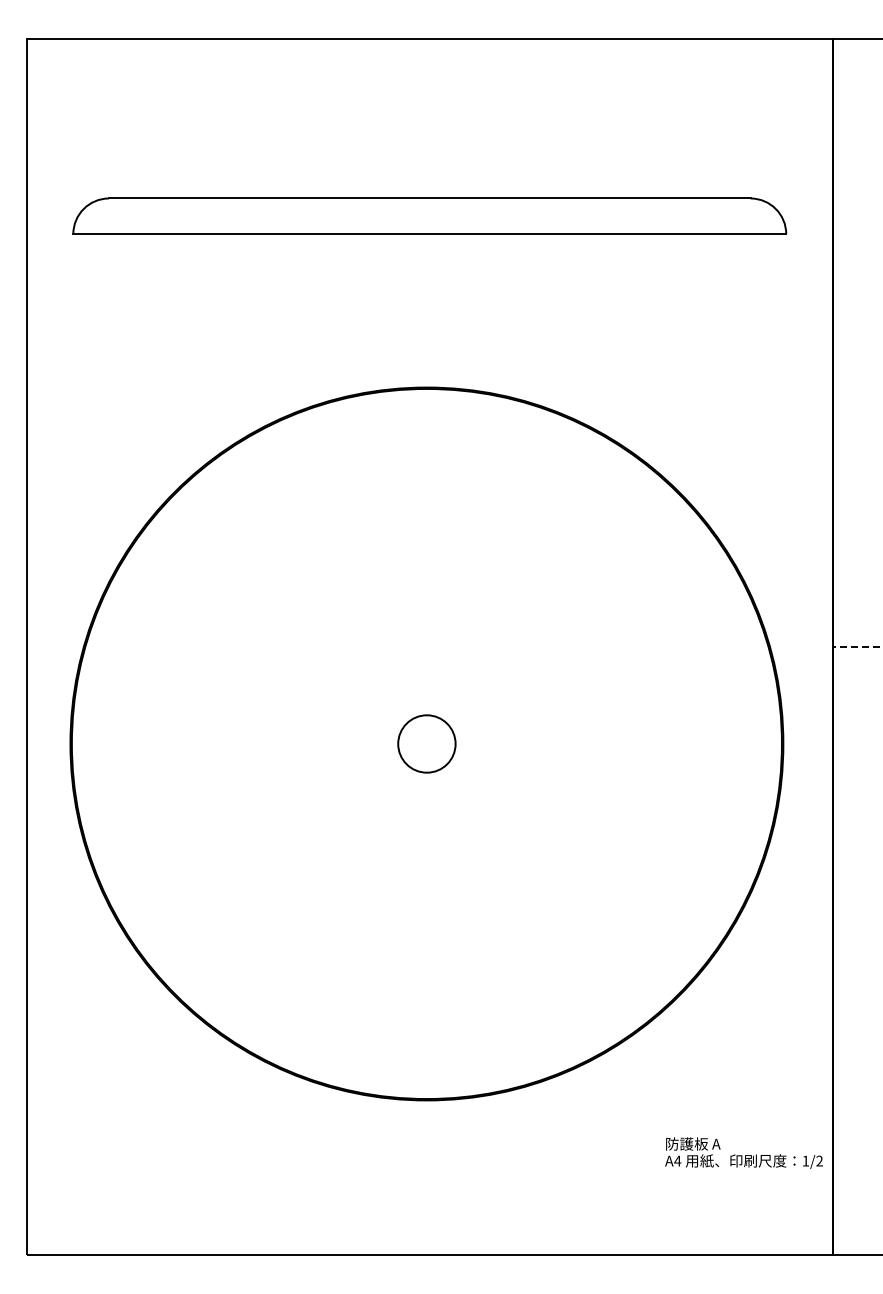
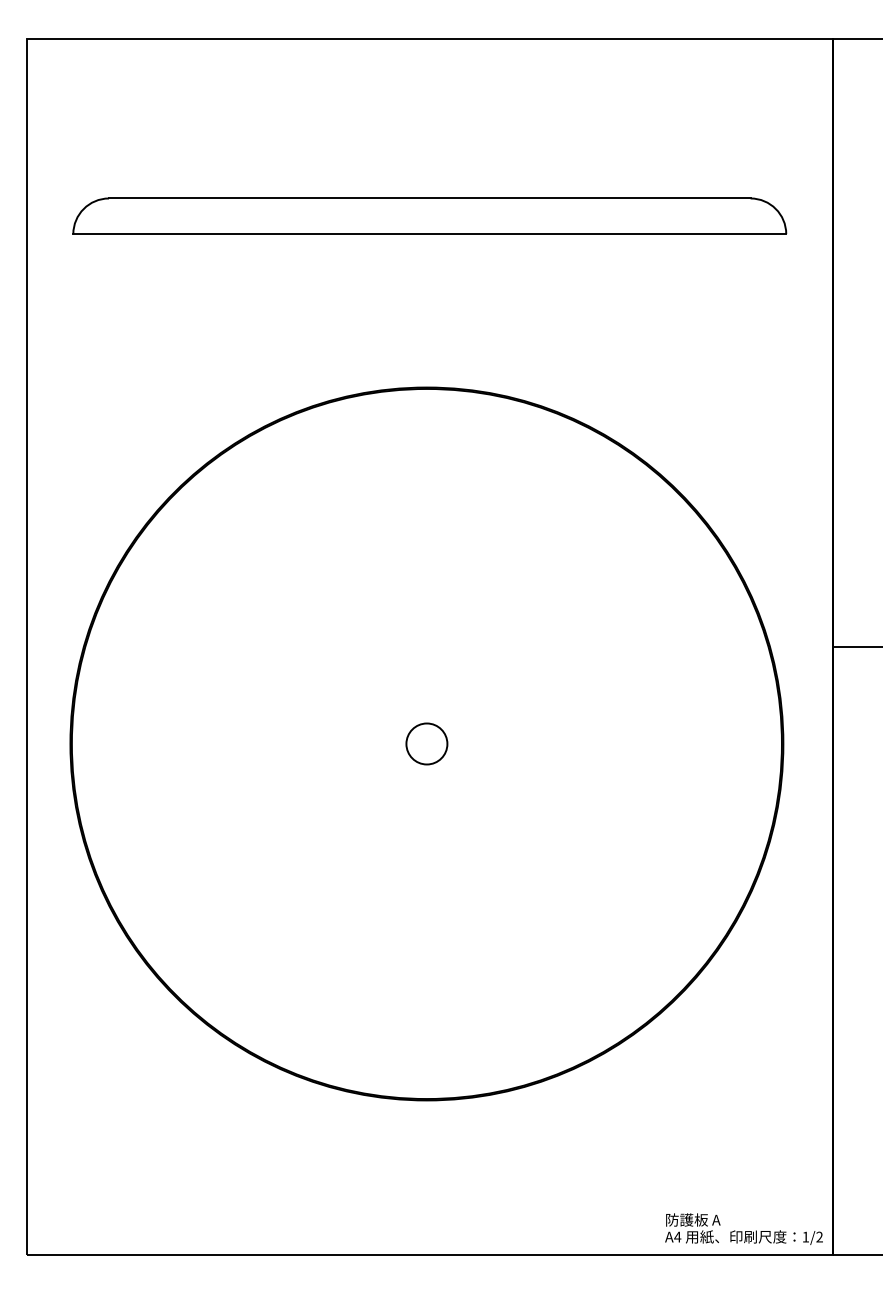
line at (858, 646): dashed -> solid
circle at (426, 743) diameter: 57 px -> 41 px
text at (743, 1152) position: (743, 1152) -> (743, 1228)
